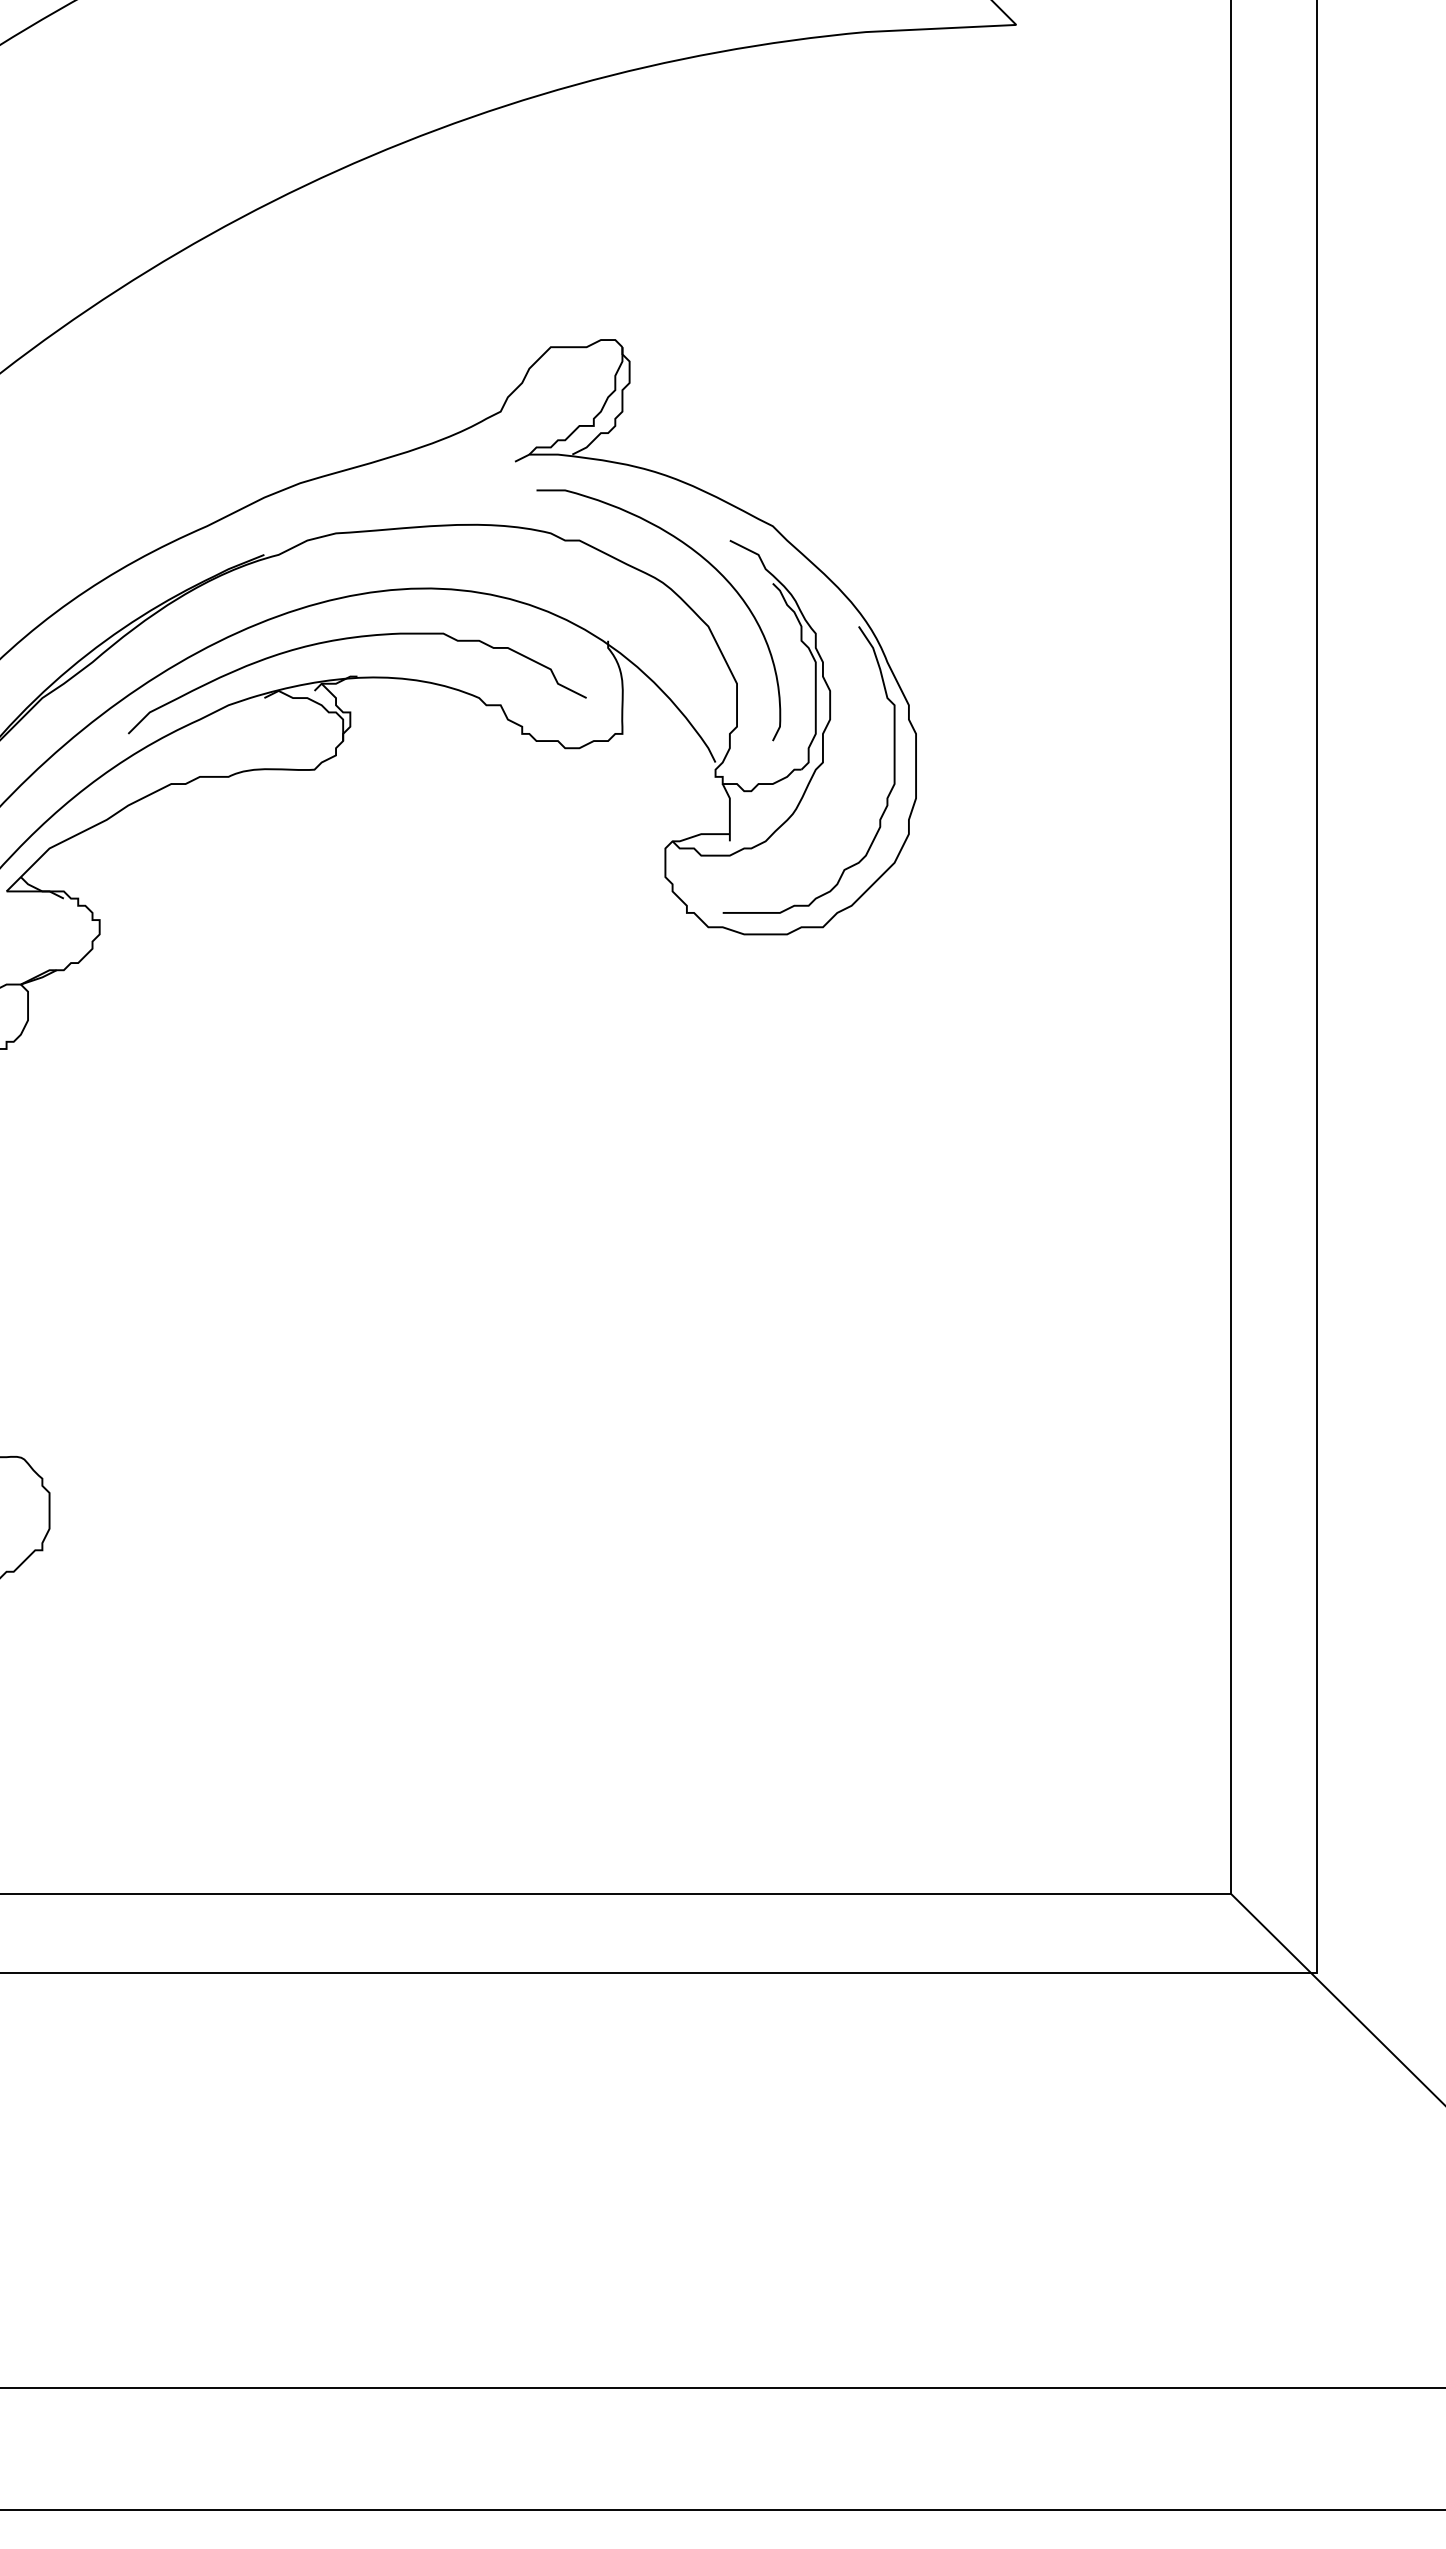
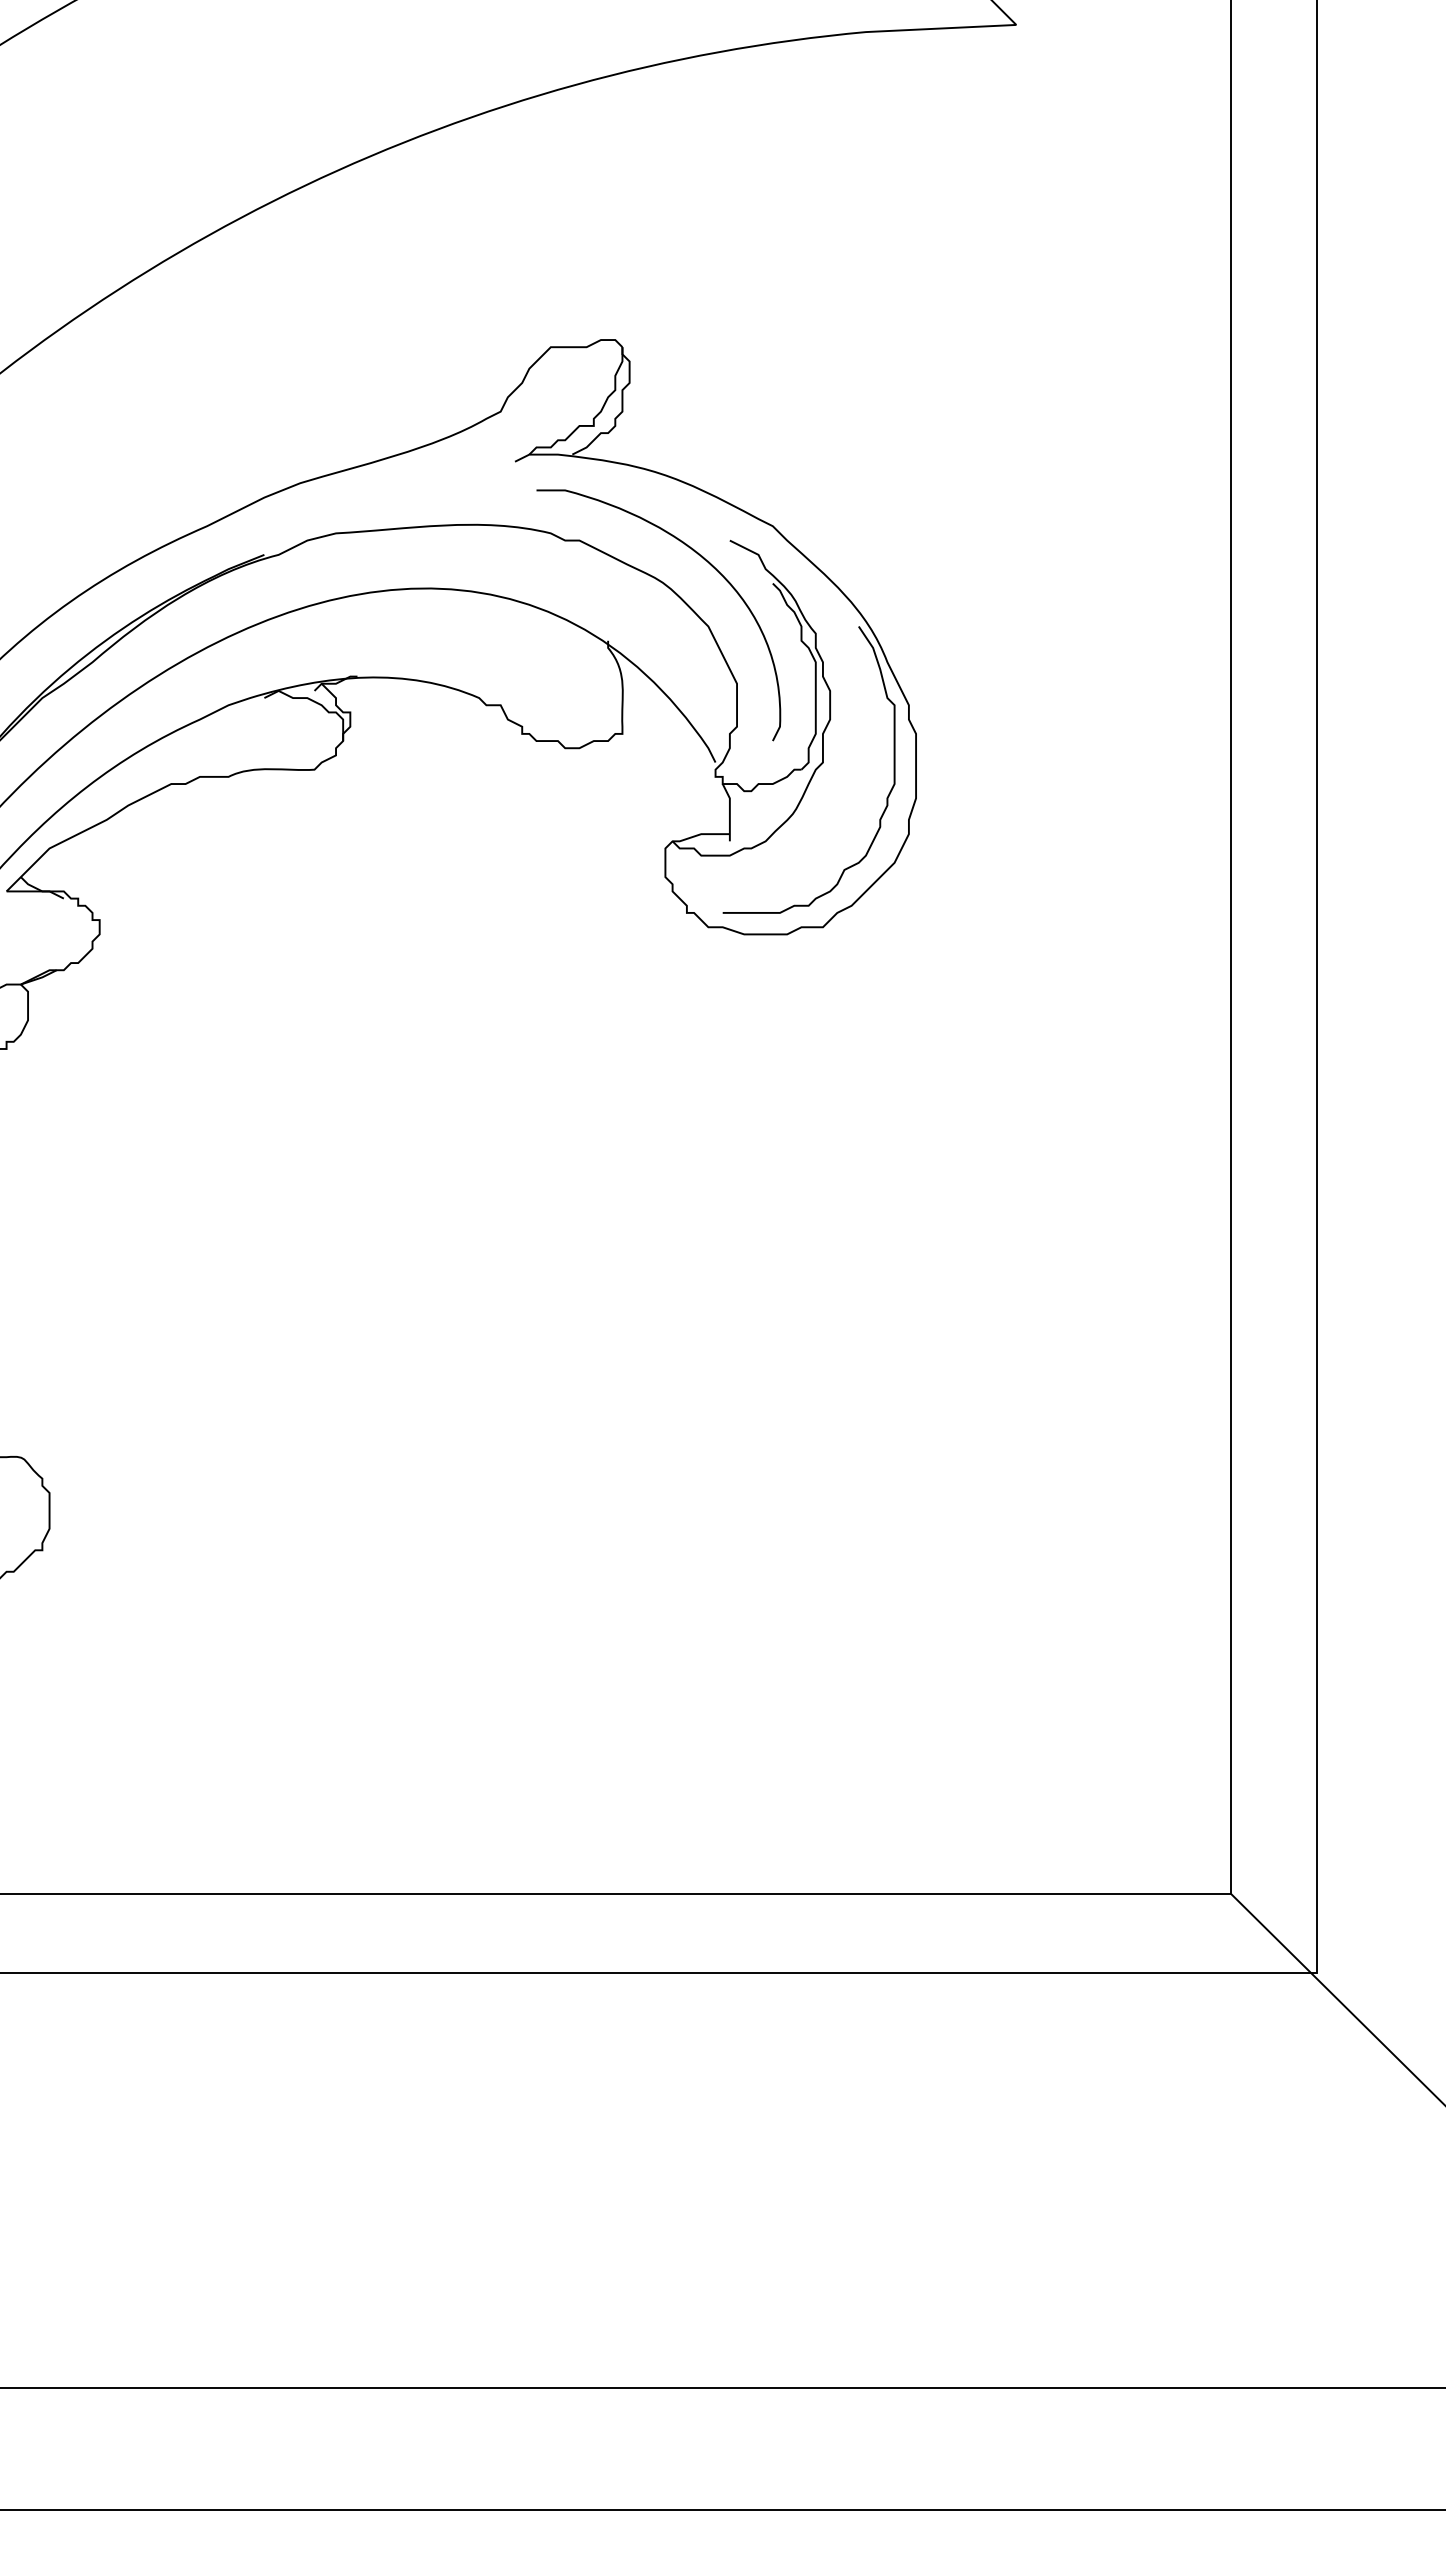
curve at (348, 639): present -> none
